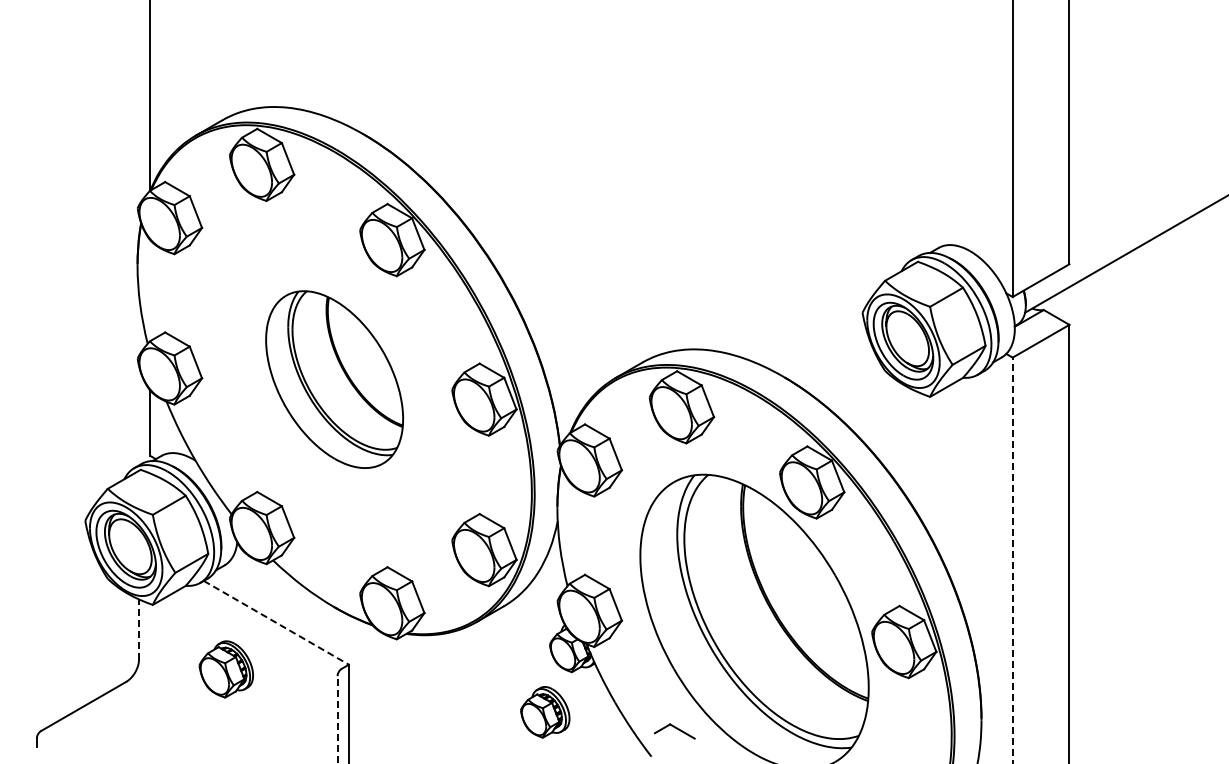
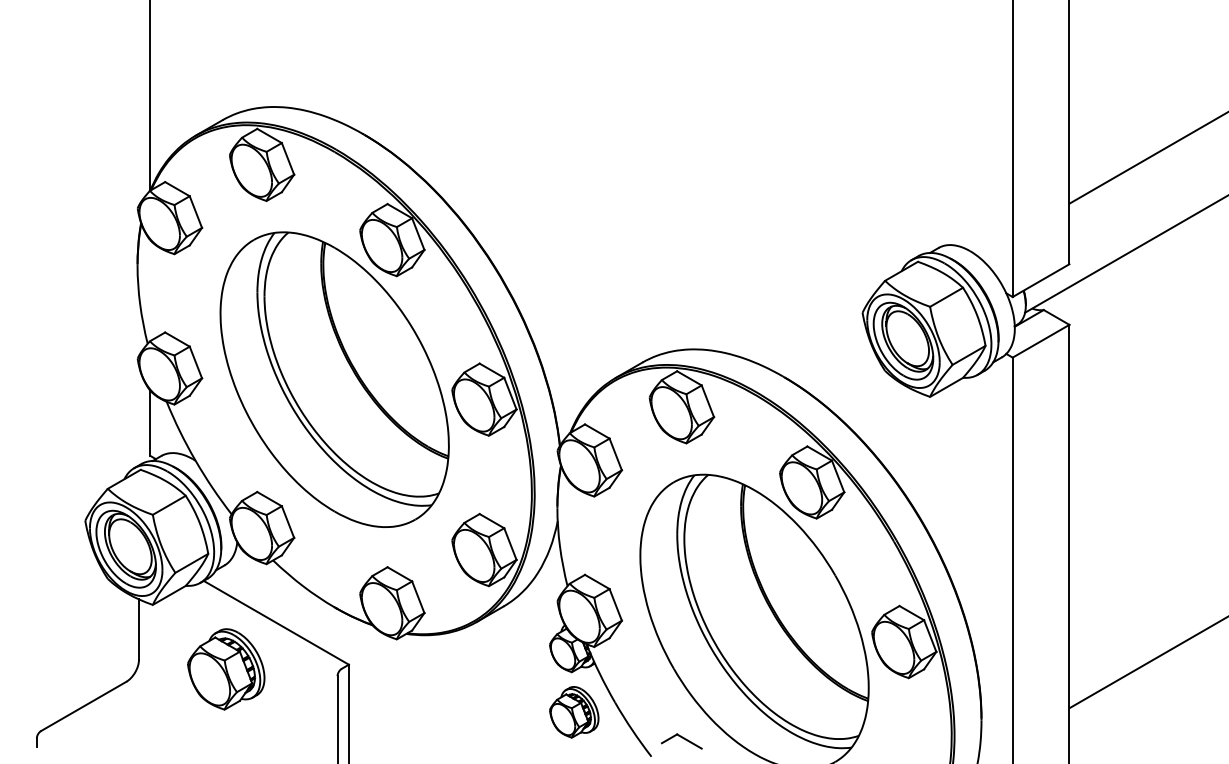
line at (1147, 158): none -> present
part at (334, 379) size: 140x179 px -> 231x297 px
line at (1012, 560): dashed -> solid
line at (276, 622): dashed -> solid
line at (138, 629): dashed -> solid
line at (1147, 663): none -> present
part at (225, 669) size: 56x59 px -> 79x83 px
part at (545, 712) position: (545, 712) -> (574, 712)
line at (337, 719): dashed -> solid
part at (674, 731) position: (674, 731) -> (681, 741)
